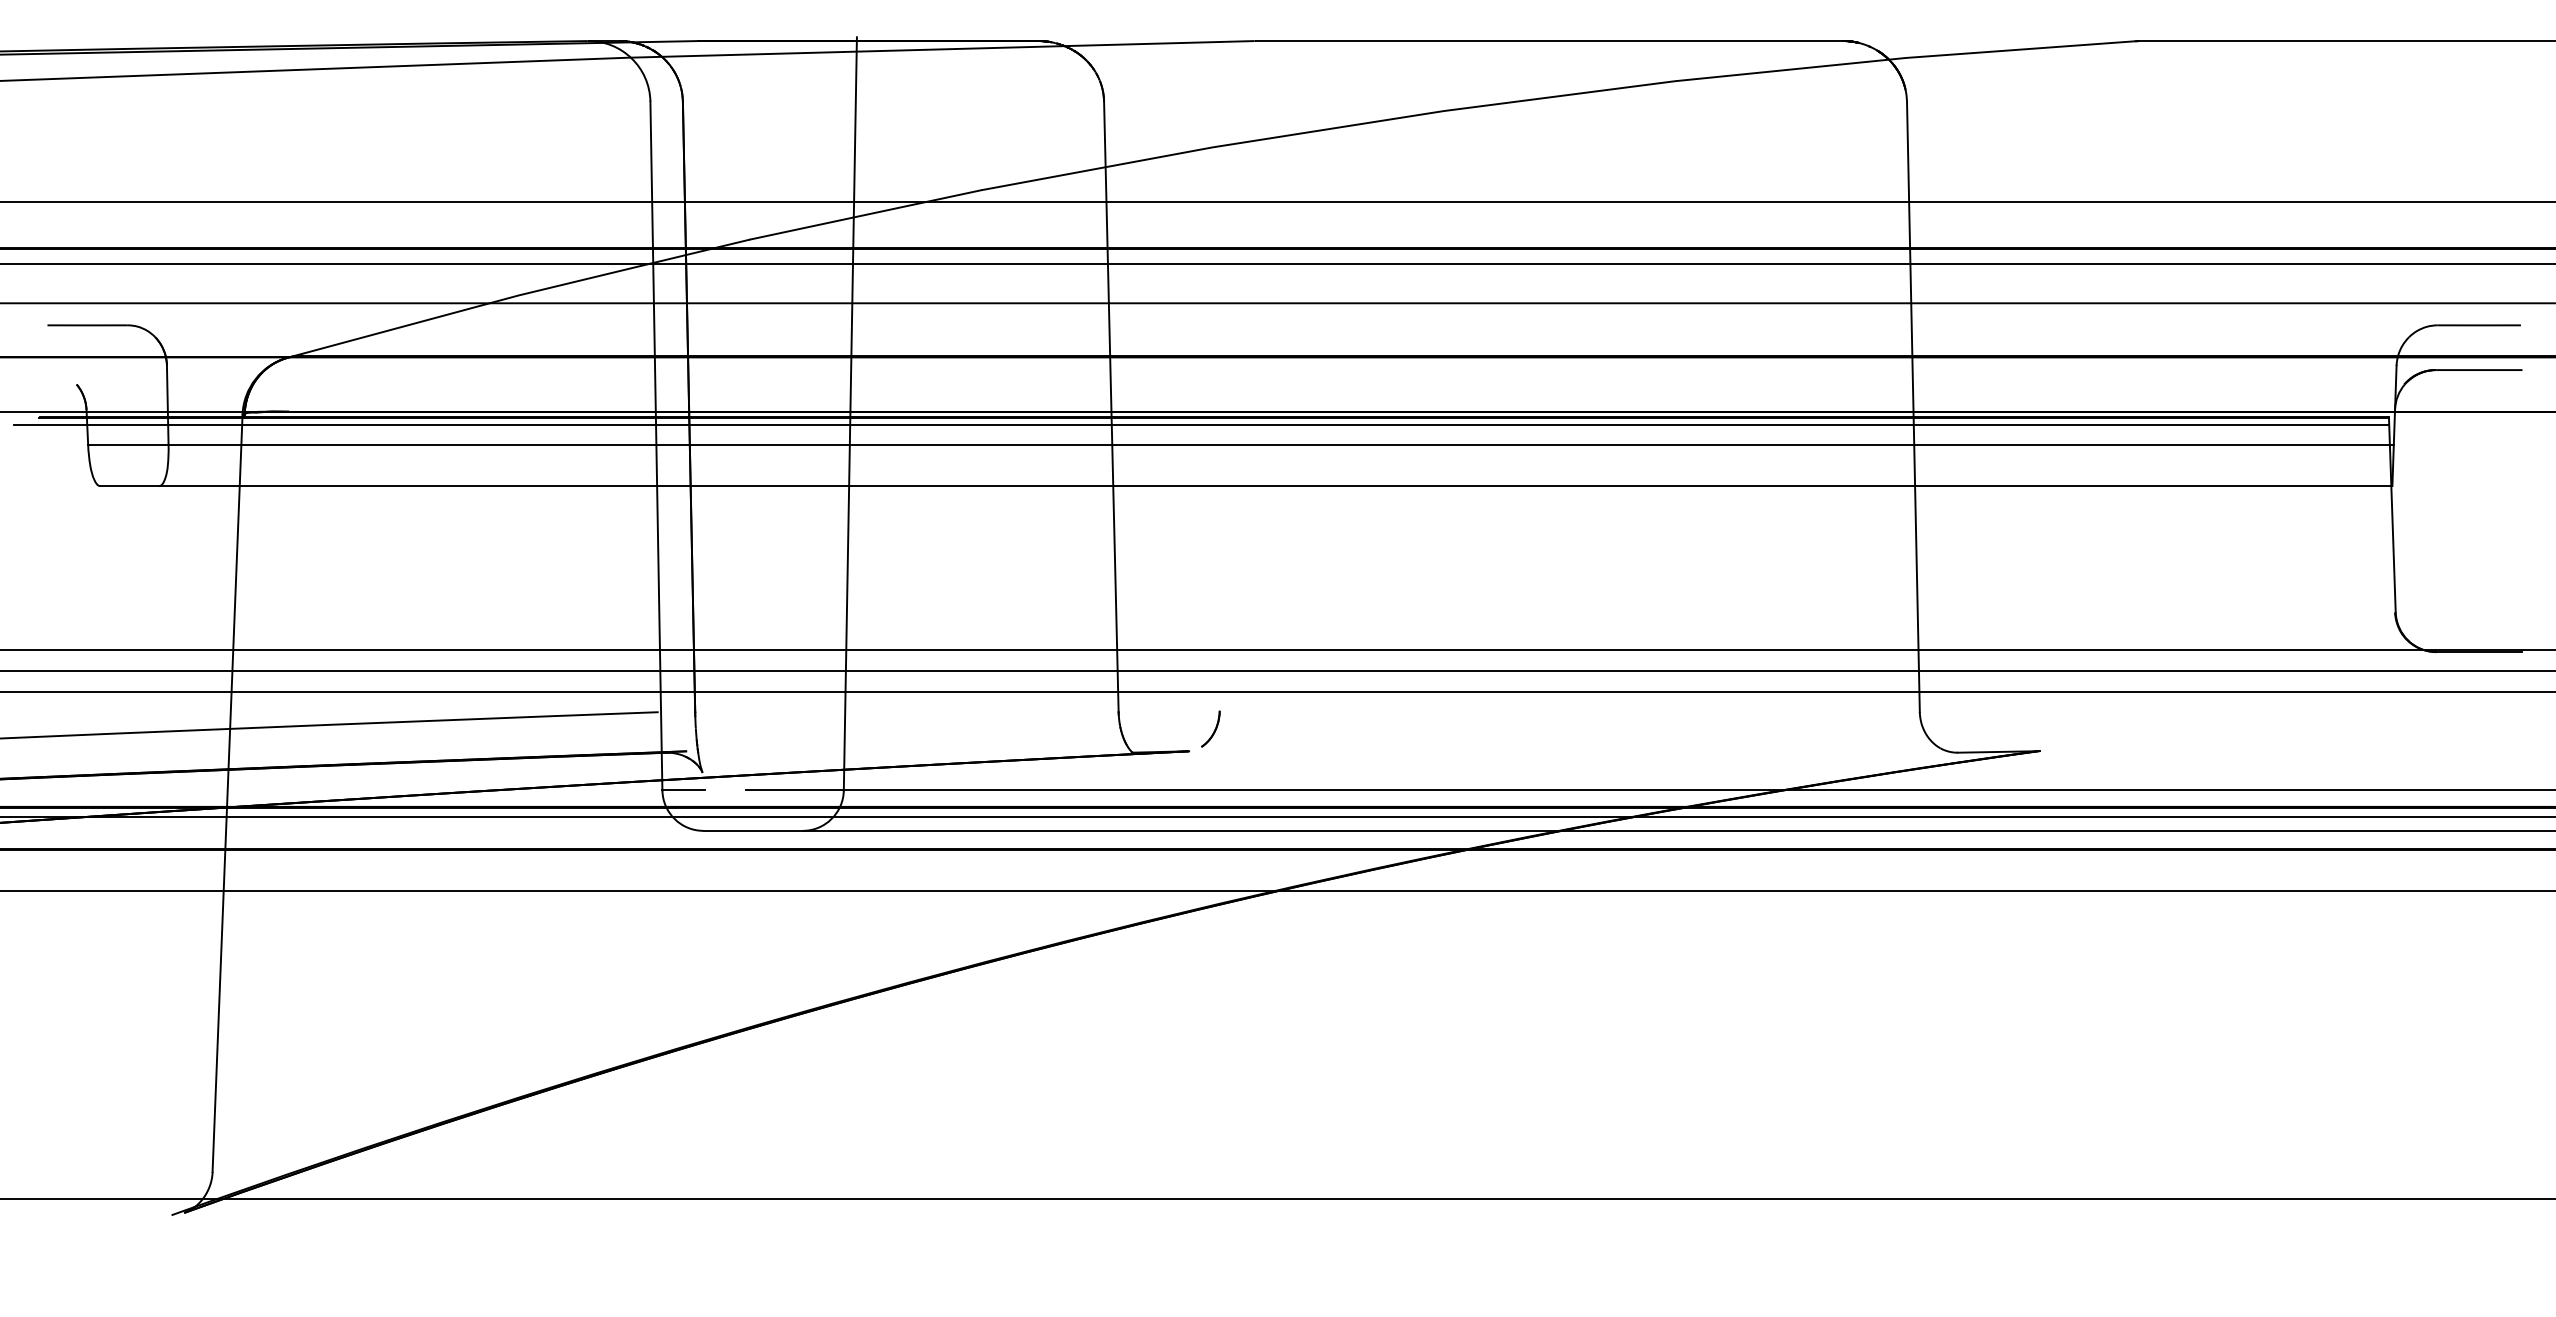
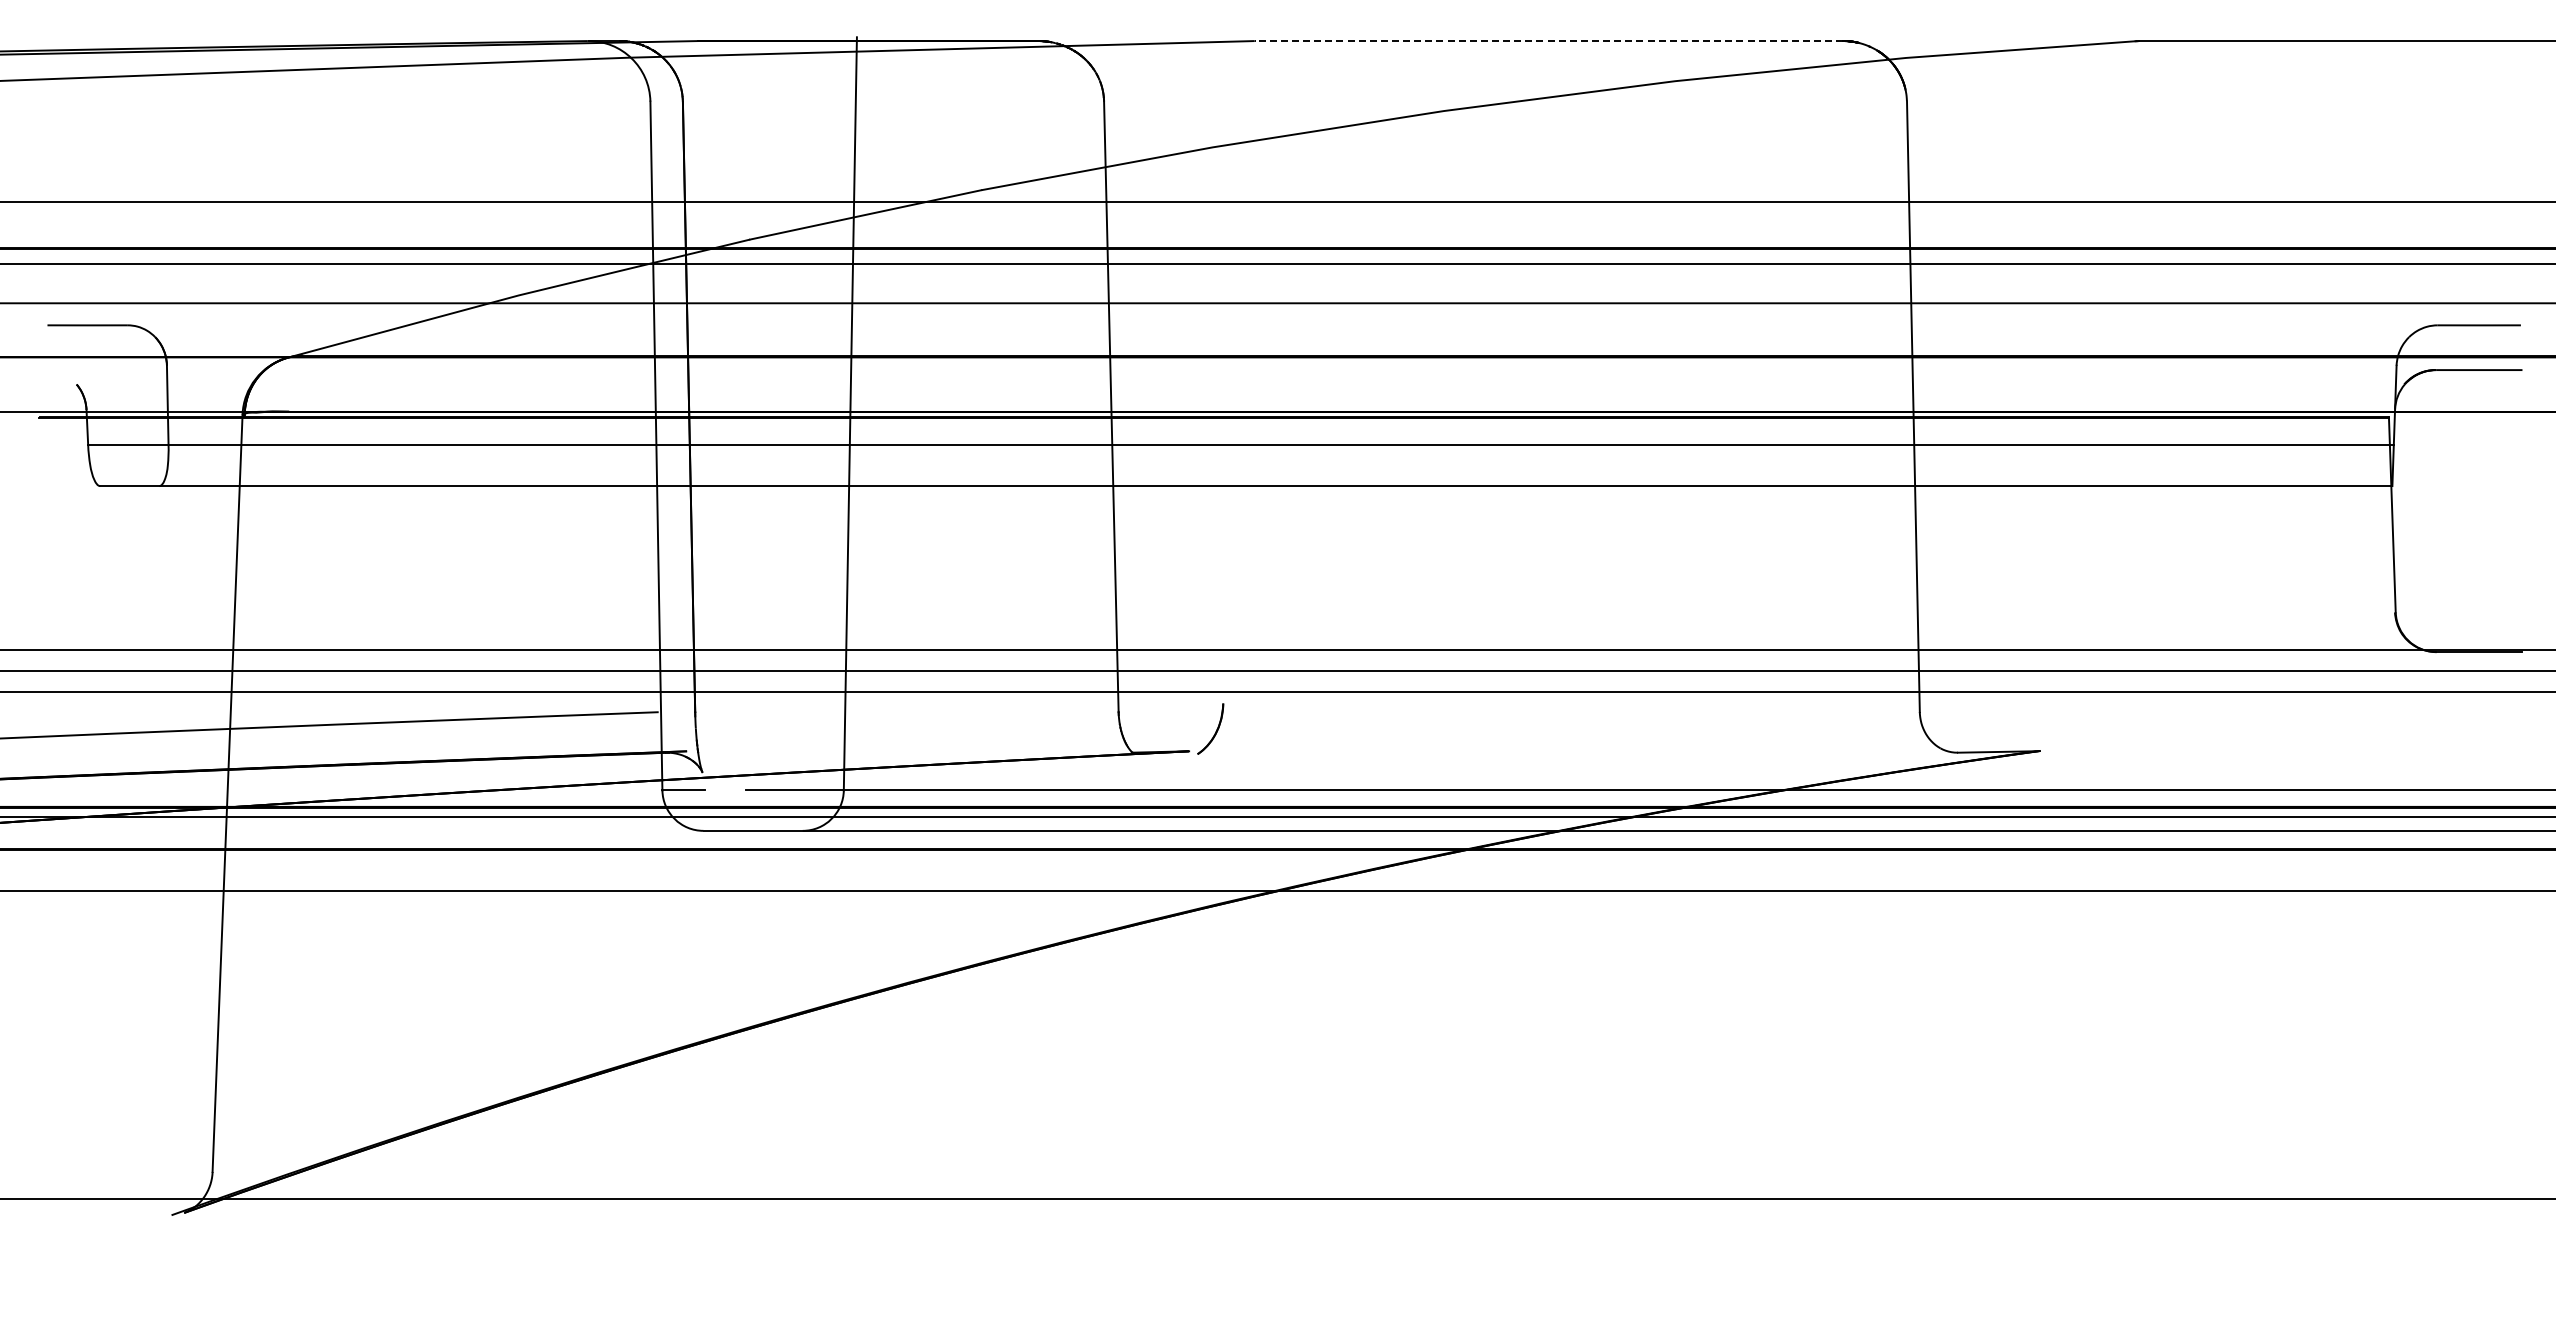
line at (1549, 41): solid -> dashed
line at (1201, 425): present -> none
part at (1210, 728) size: 20x38 px -> 28x52 px
